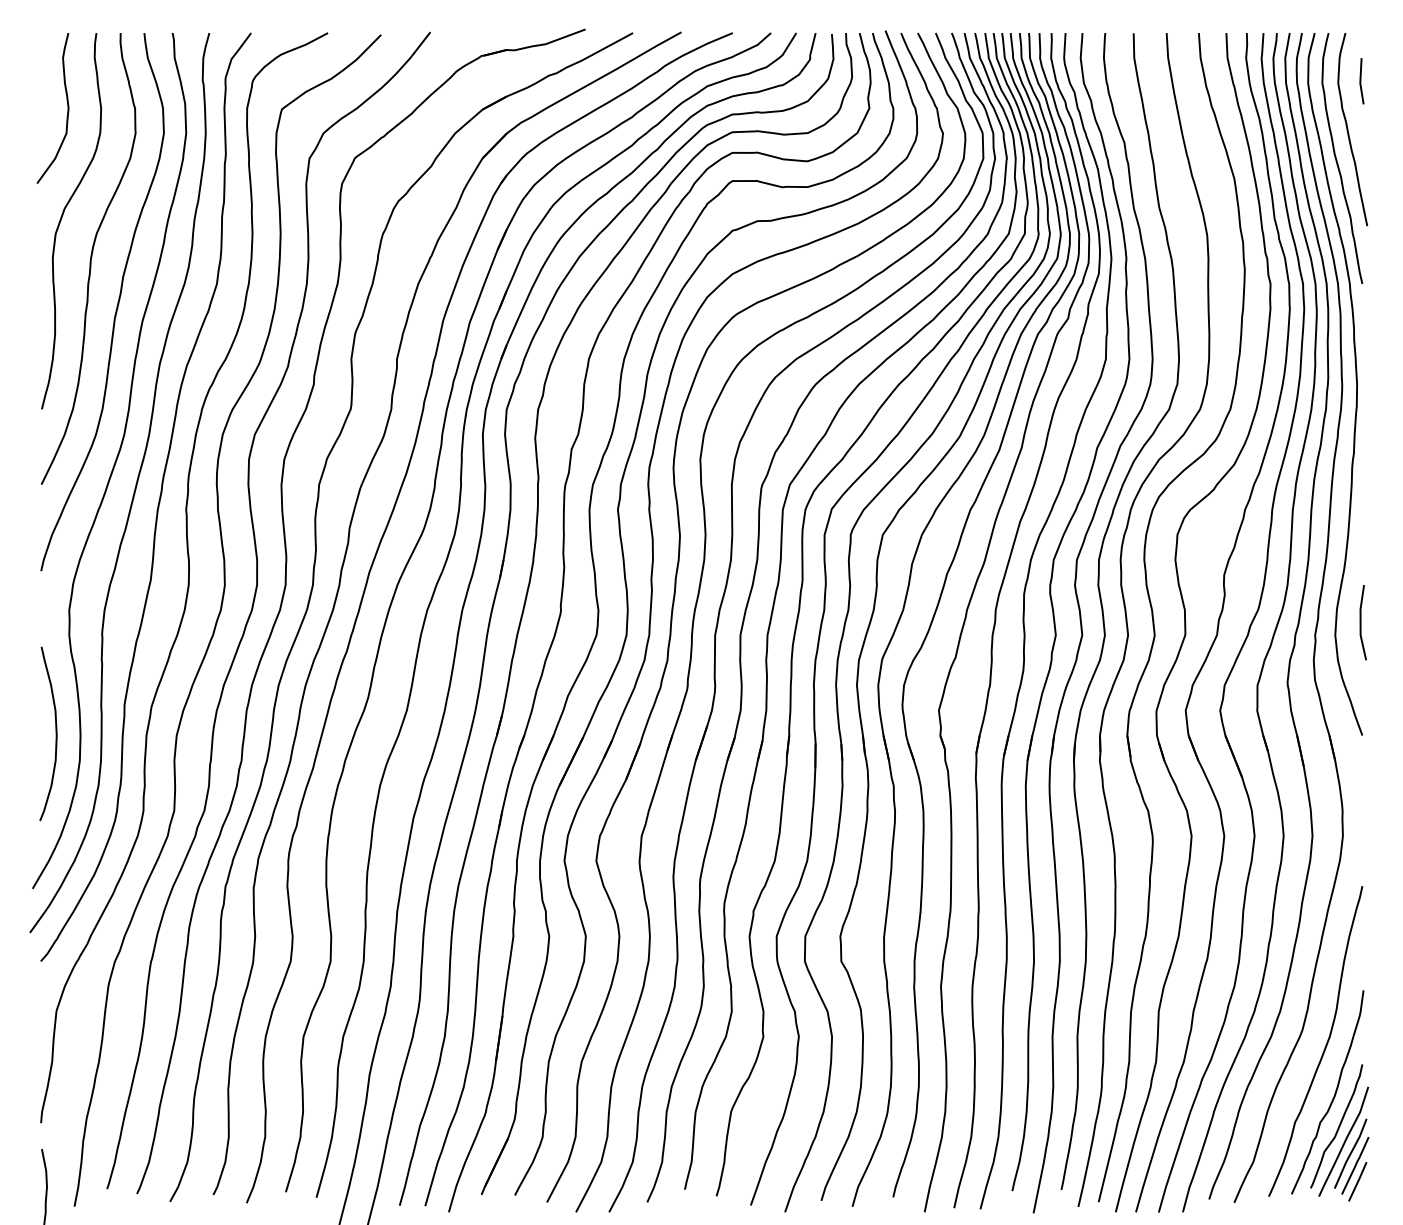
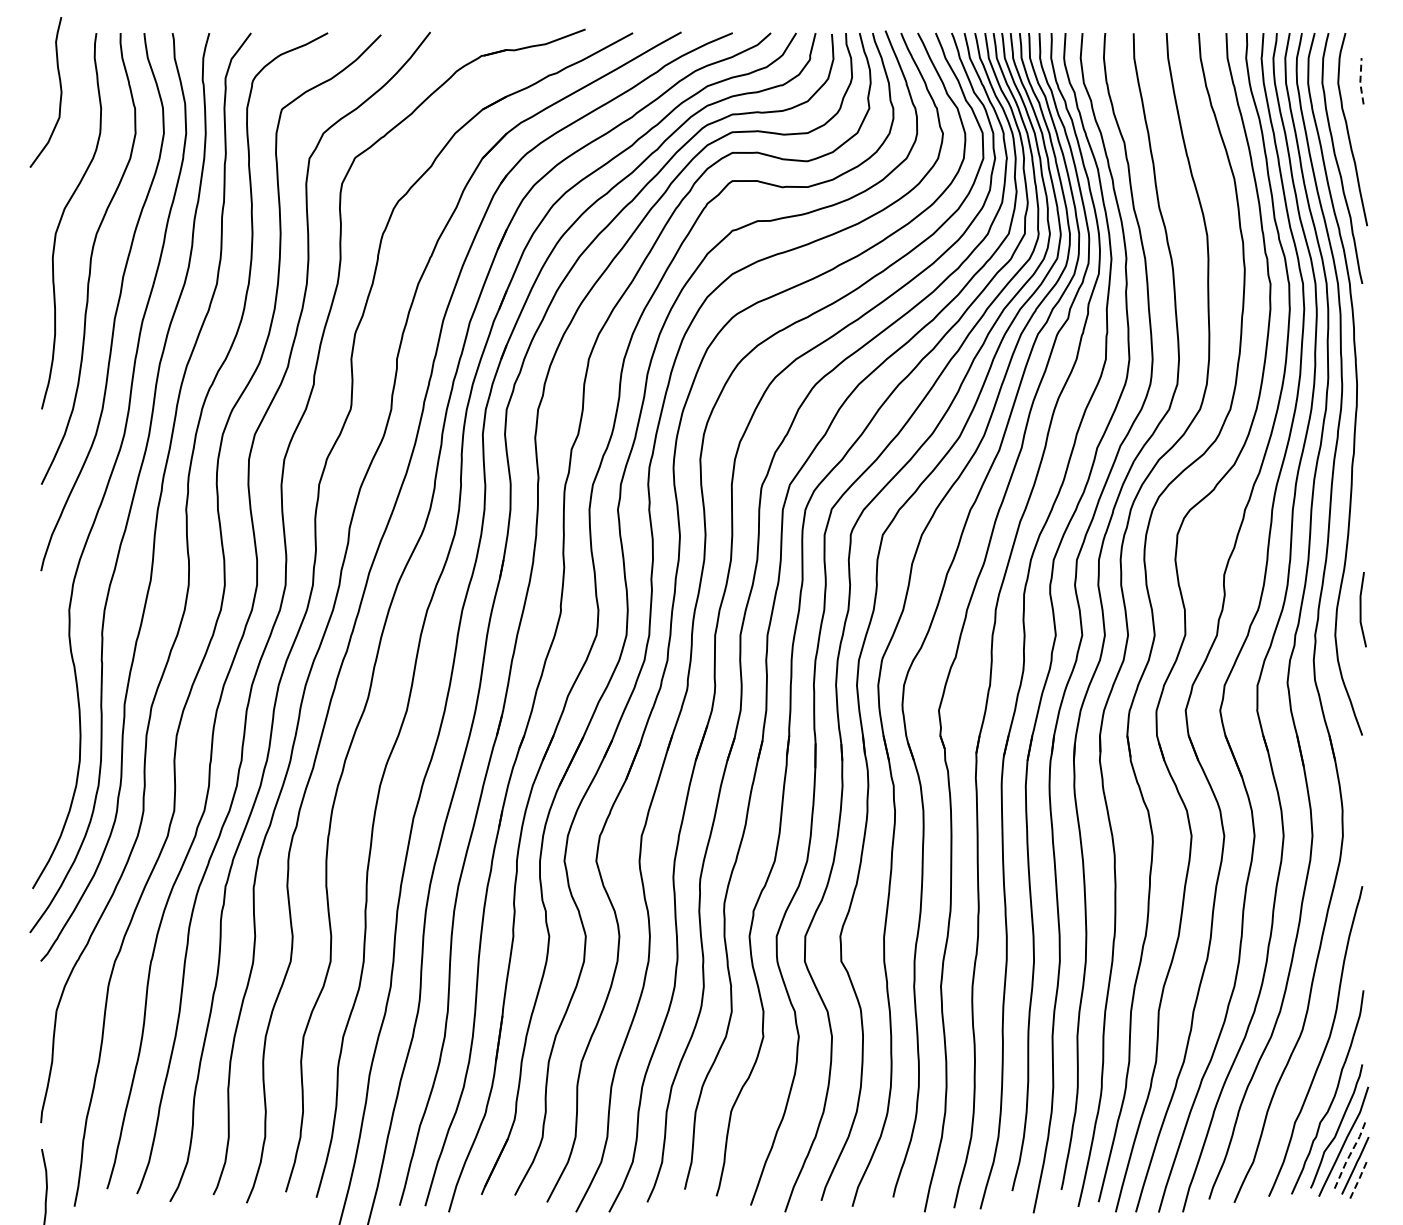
line at (1360, 81): solid -> dashed
curve at (67, 108) position: (67, 108) -> (60, 92)
line at (1361, 622) position: (1361, 622) -> (1361, 609)
curve at (55, 733): present -> none
line at (1350, 1153): solid -> dashed
line at (1358, 1181): solid -> dashed
